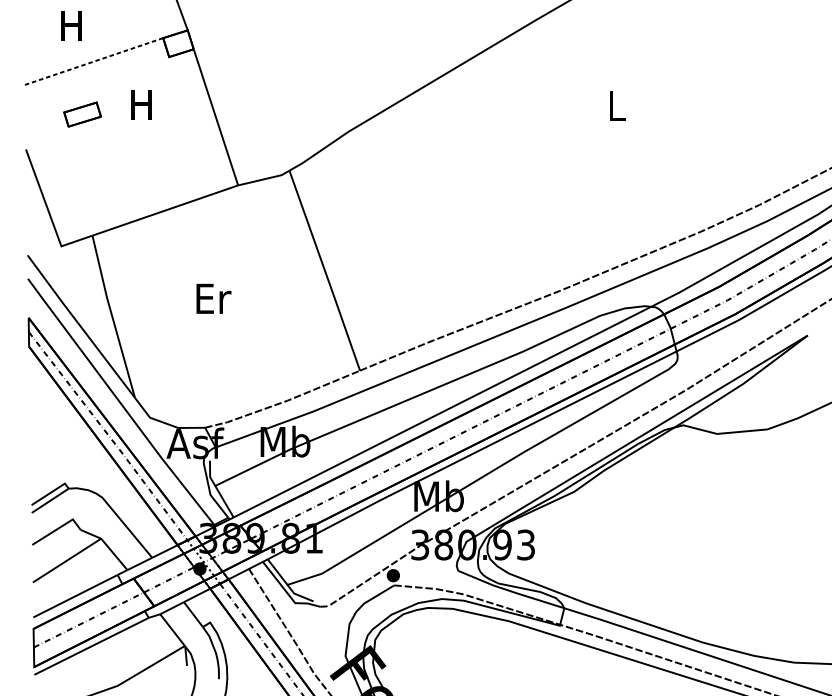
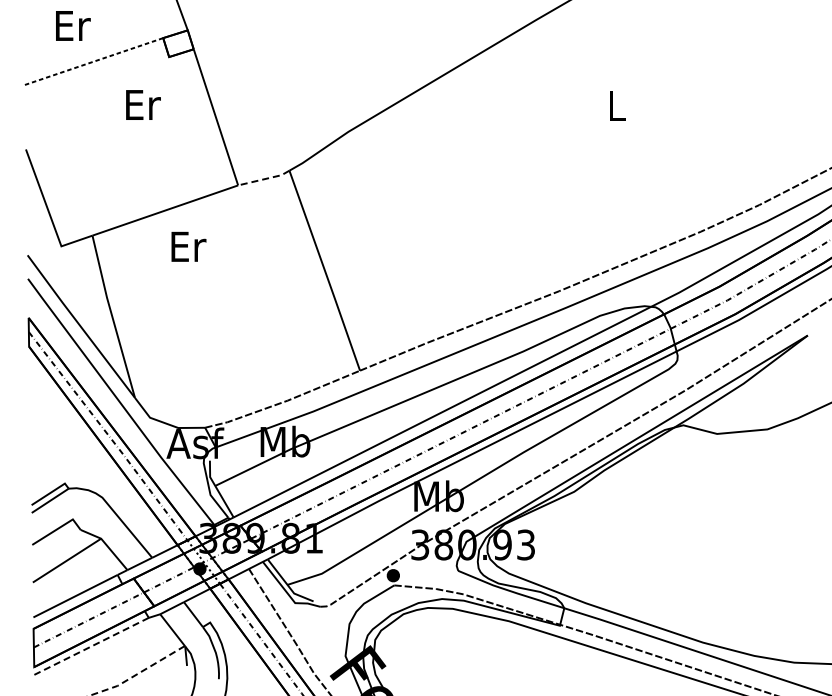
text at (73, 25): H -> Er
text at (143, 104): H -> Er
part at (82, 114): present -> none
line at (265, 179): solid -> dashed
text at (213, 298) position: (213, 298) -> (188, 246)
line at (91, 646): solid -> dashed
line at (138, 673): solid -> dashed
